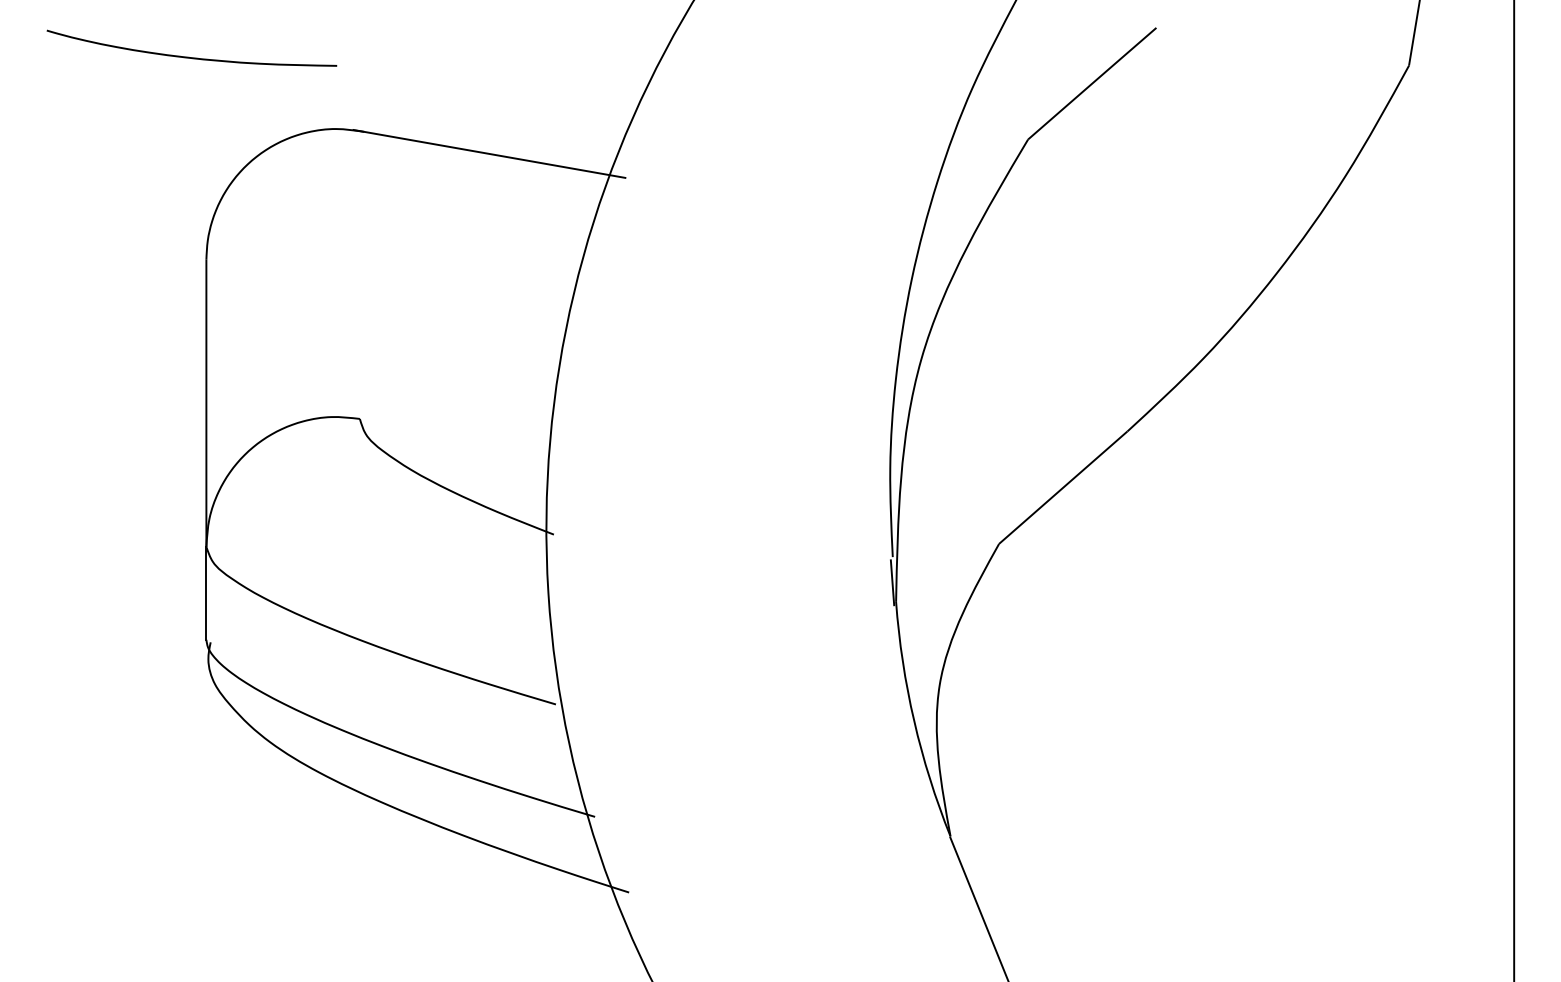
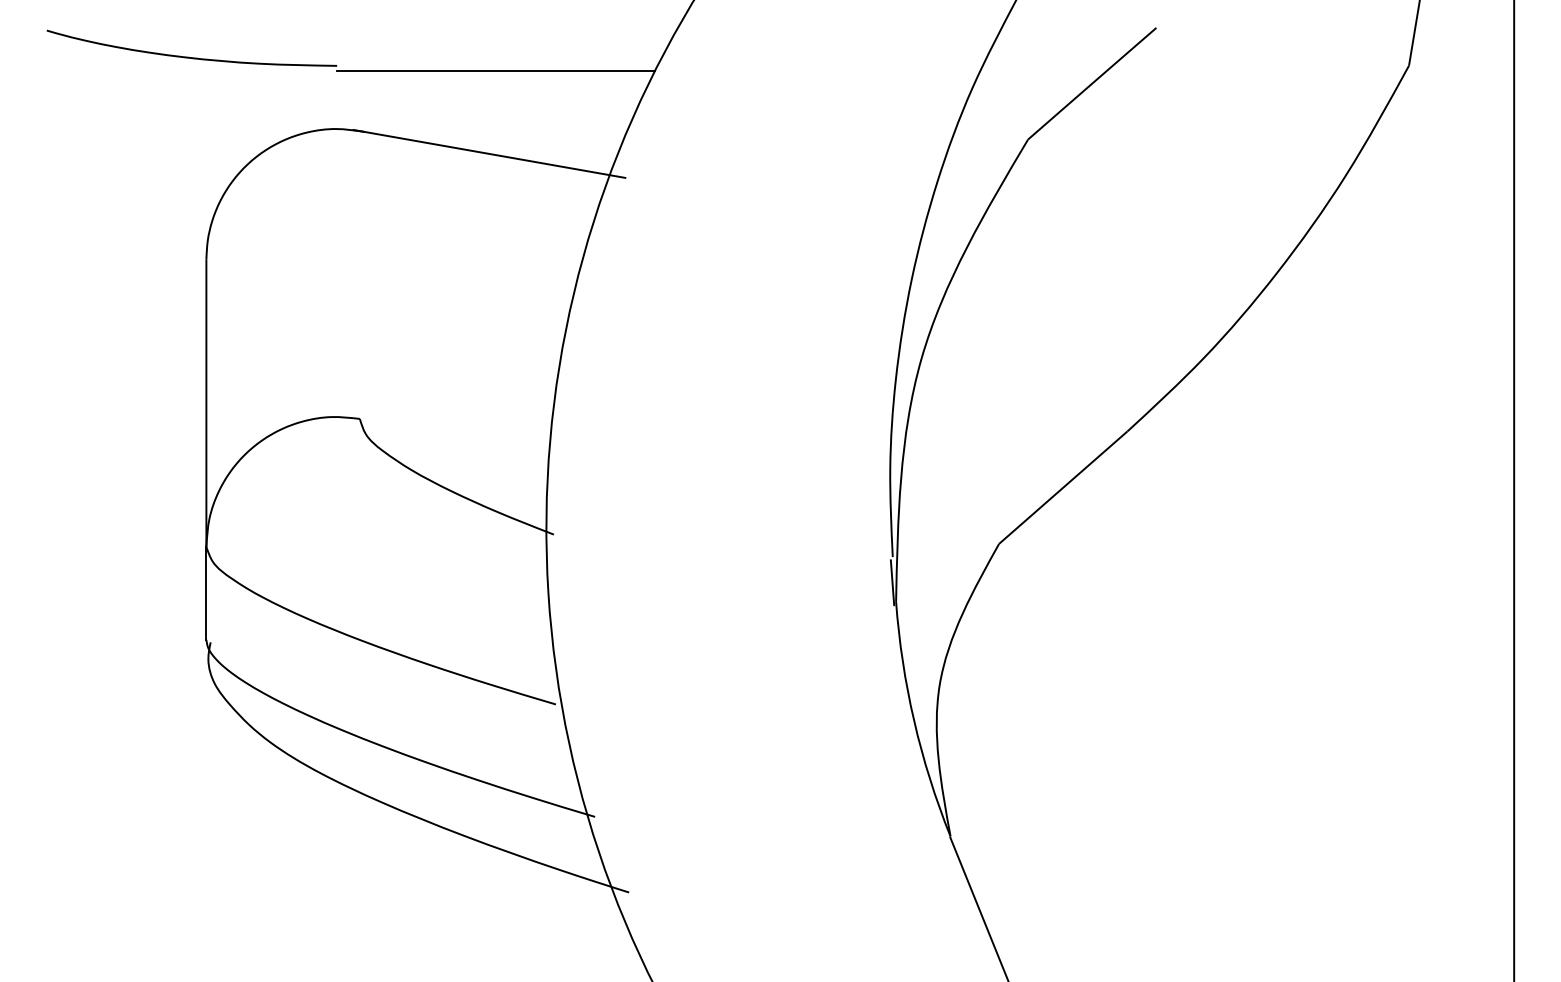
line at (496, 70): none -> present
